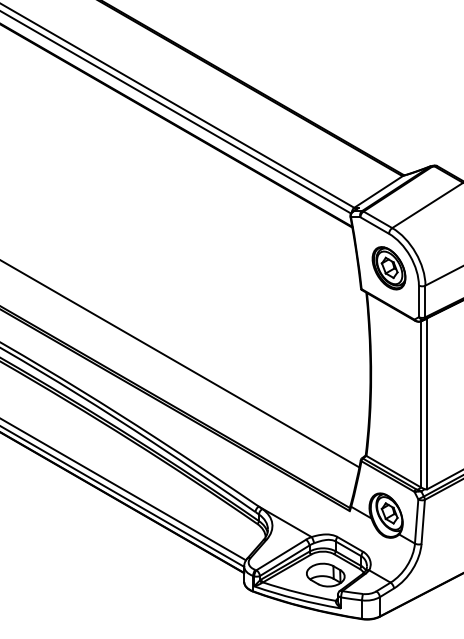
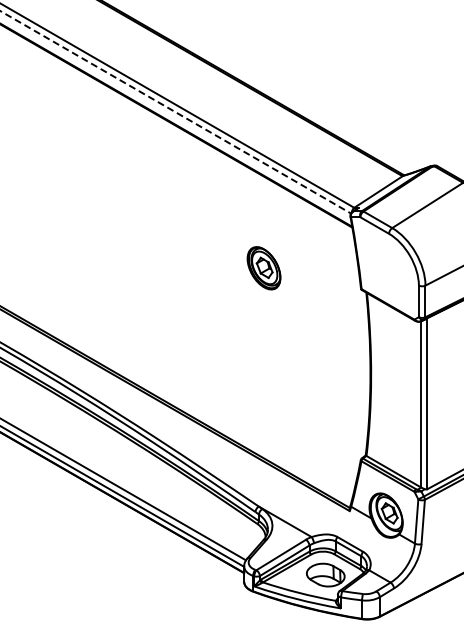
line at (176, 112): solid -> dashed
part at (388, 268) position: (388, 268) -> (263, 268)
line at (180, 364): present -> none
